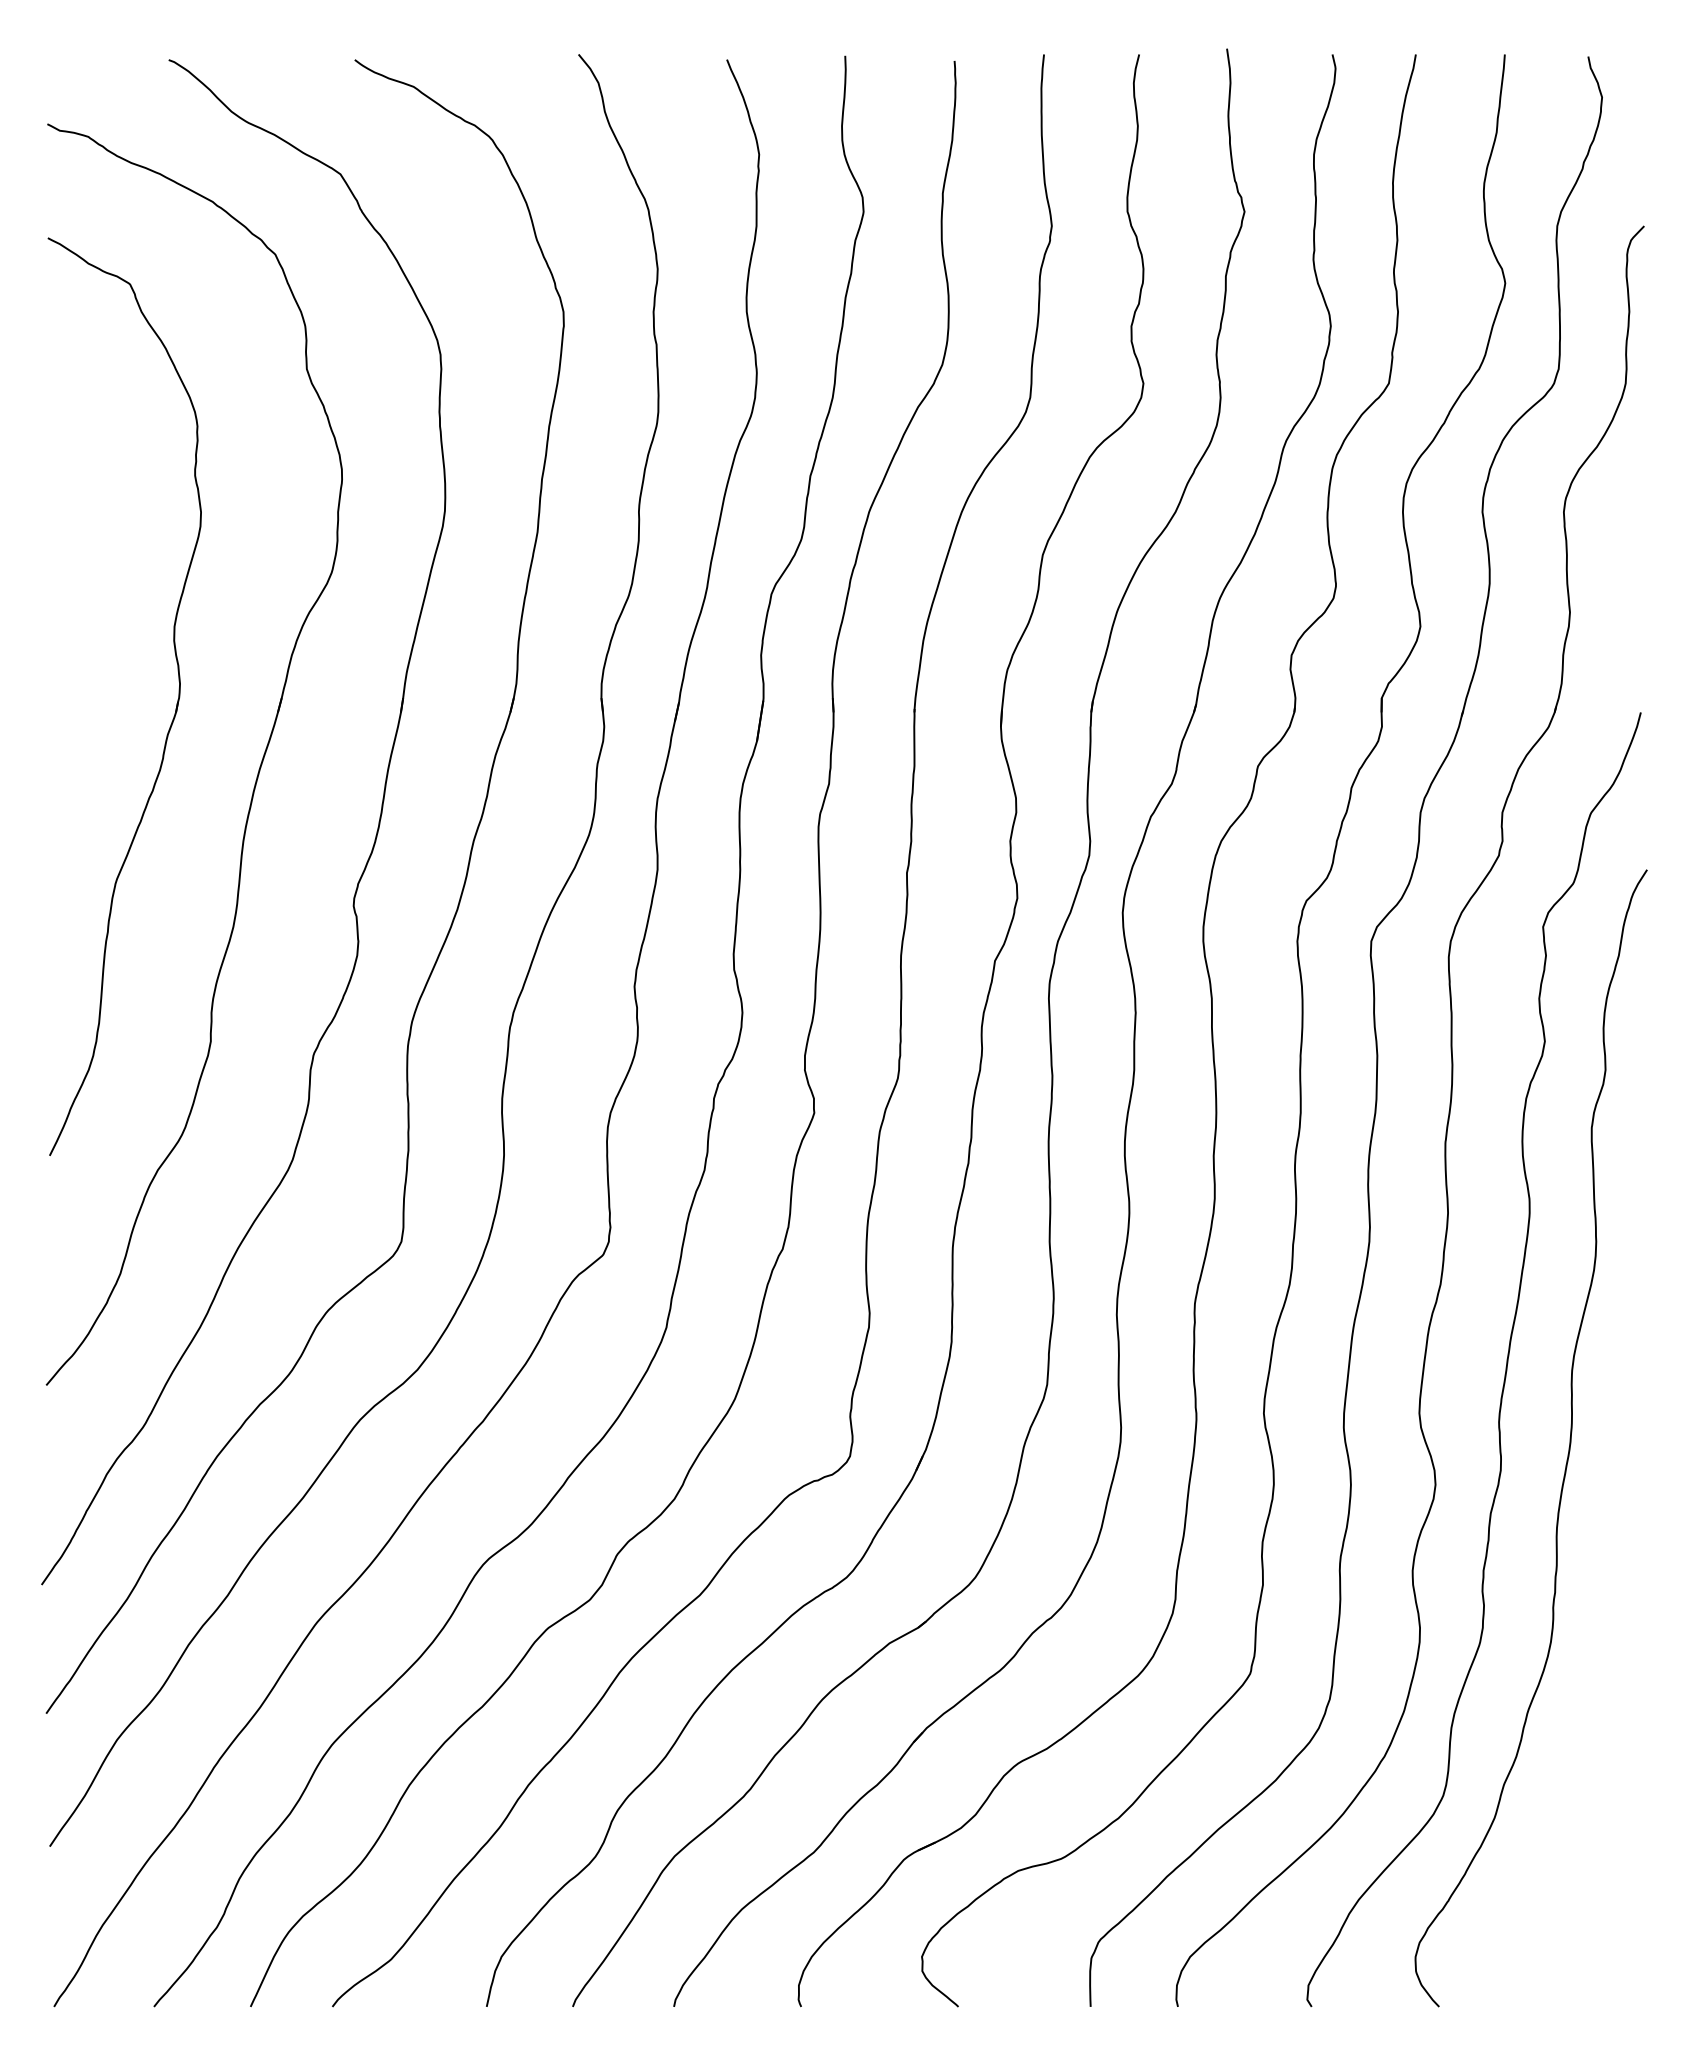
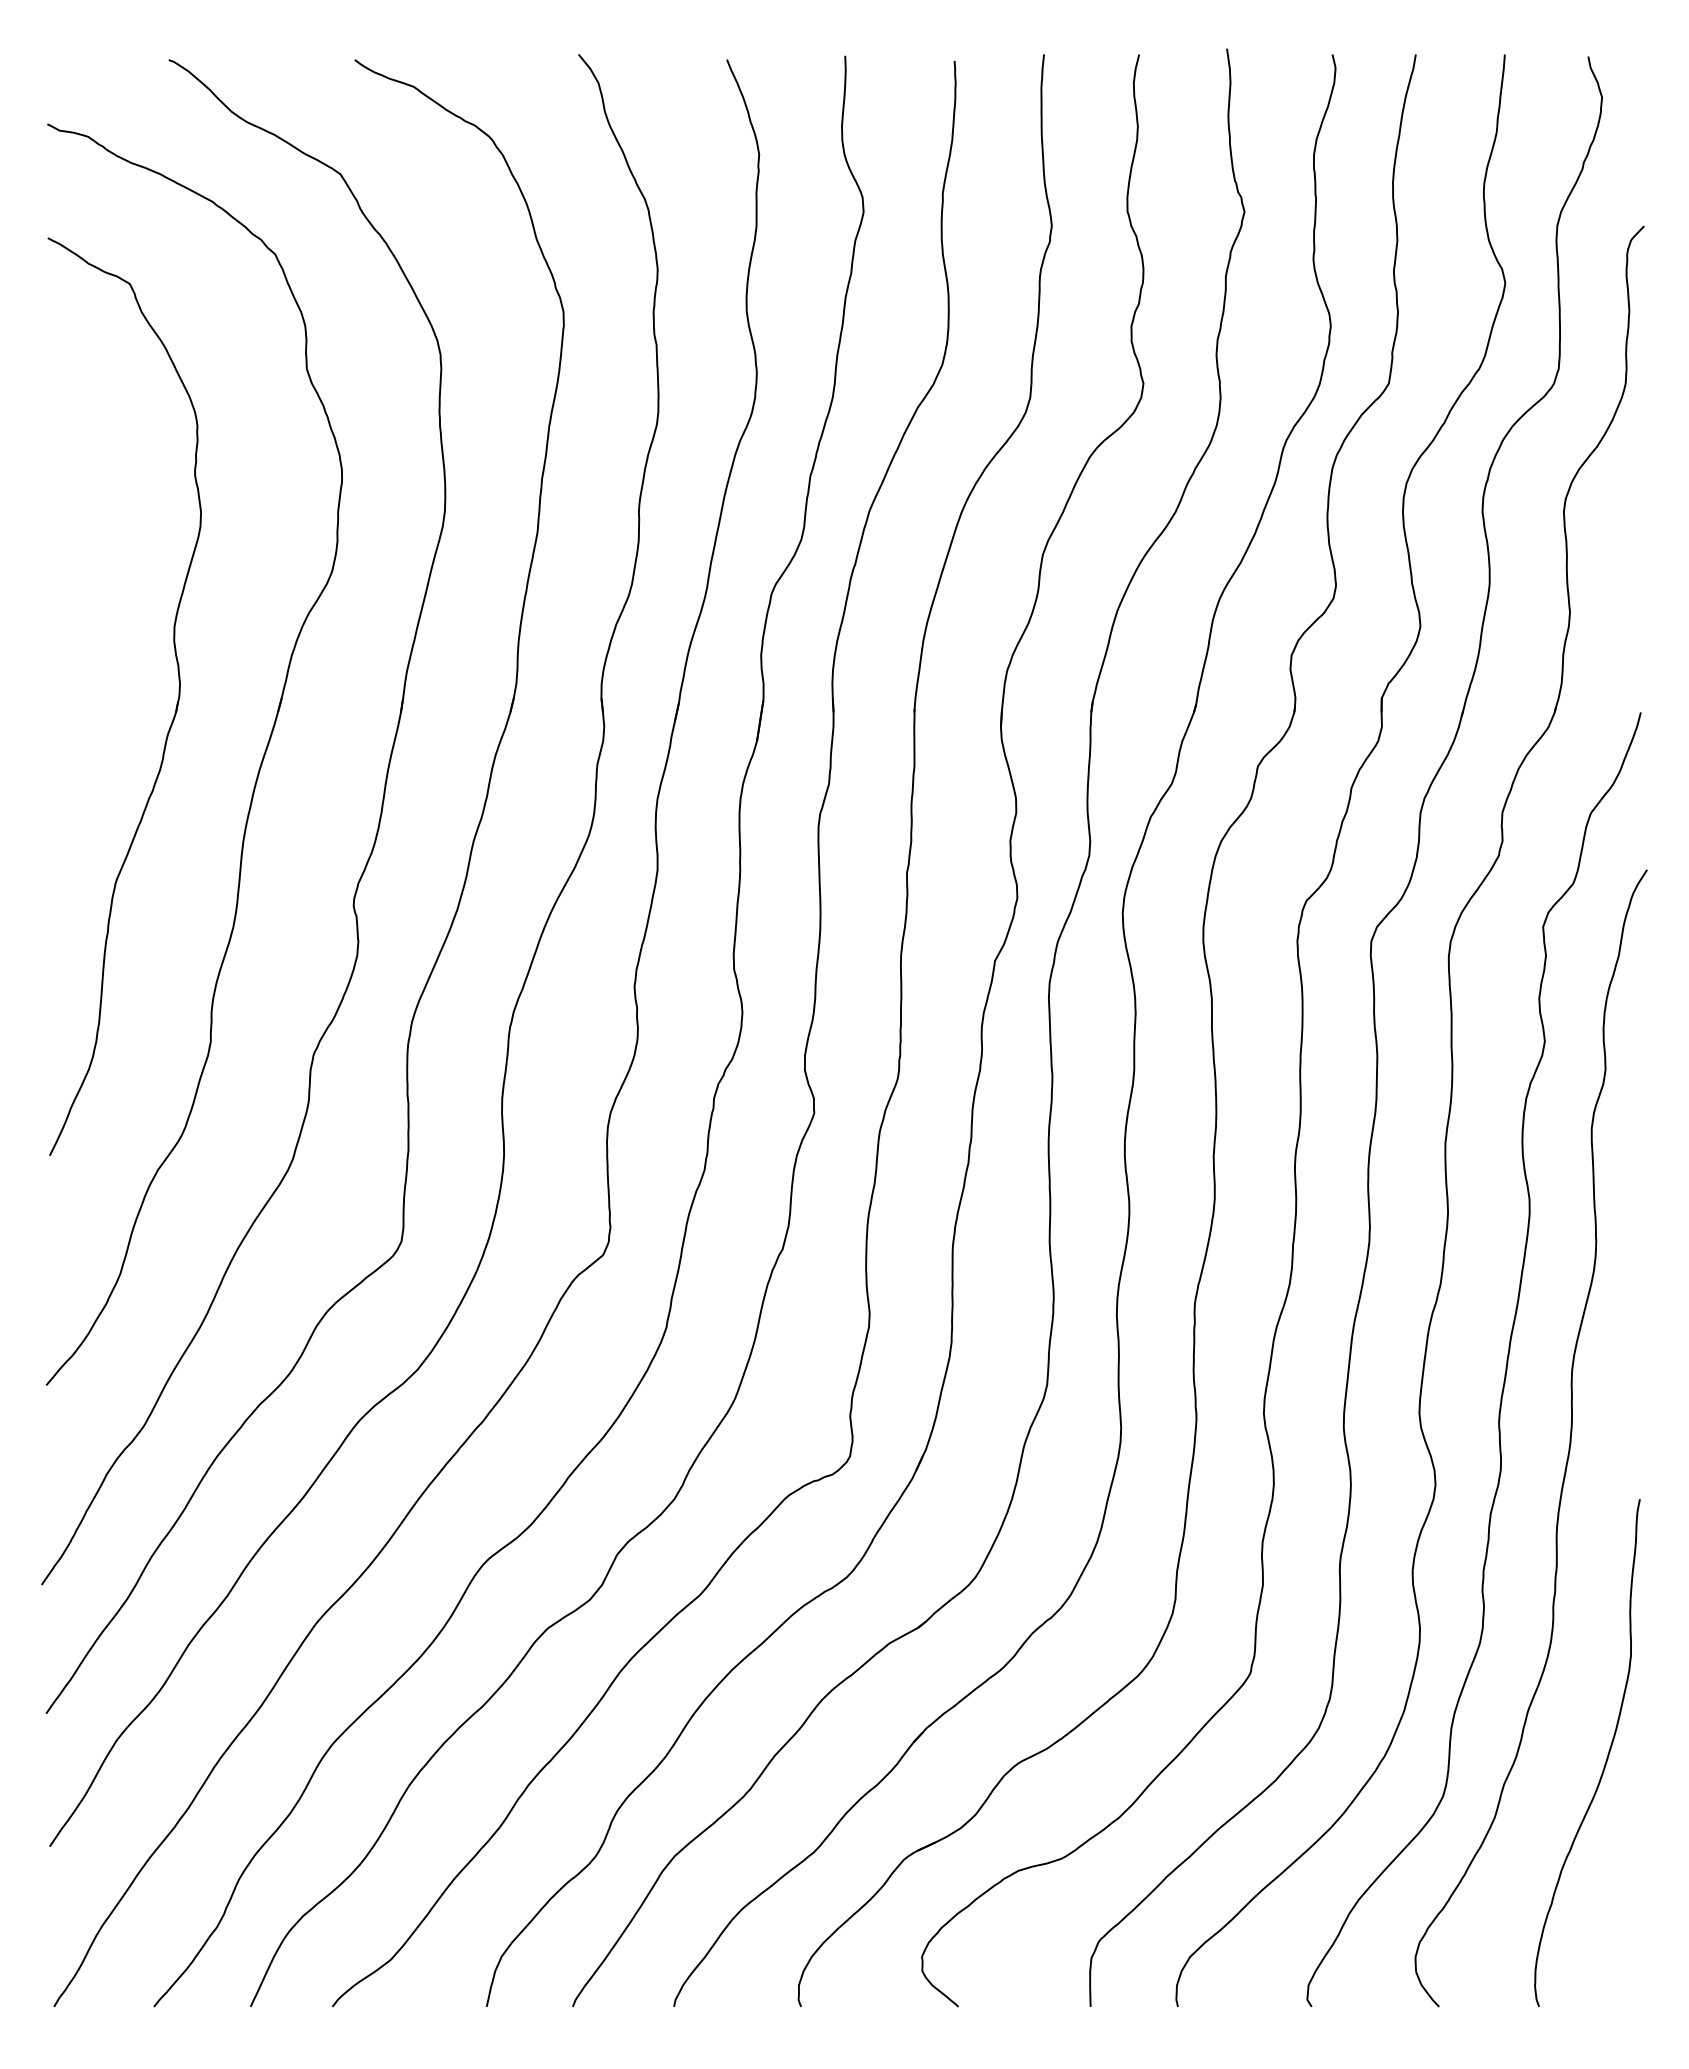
curve at (1606, 1757): none -> present
